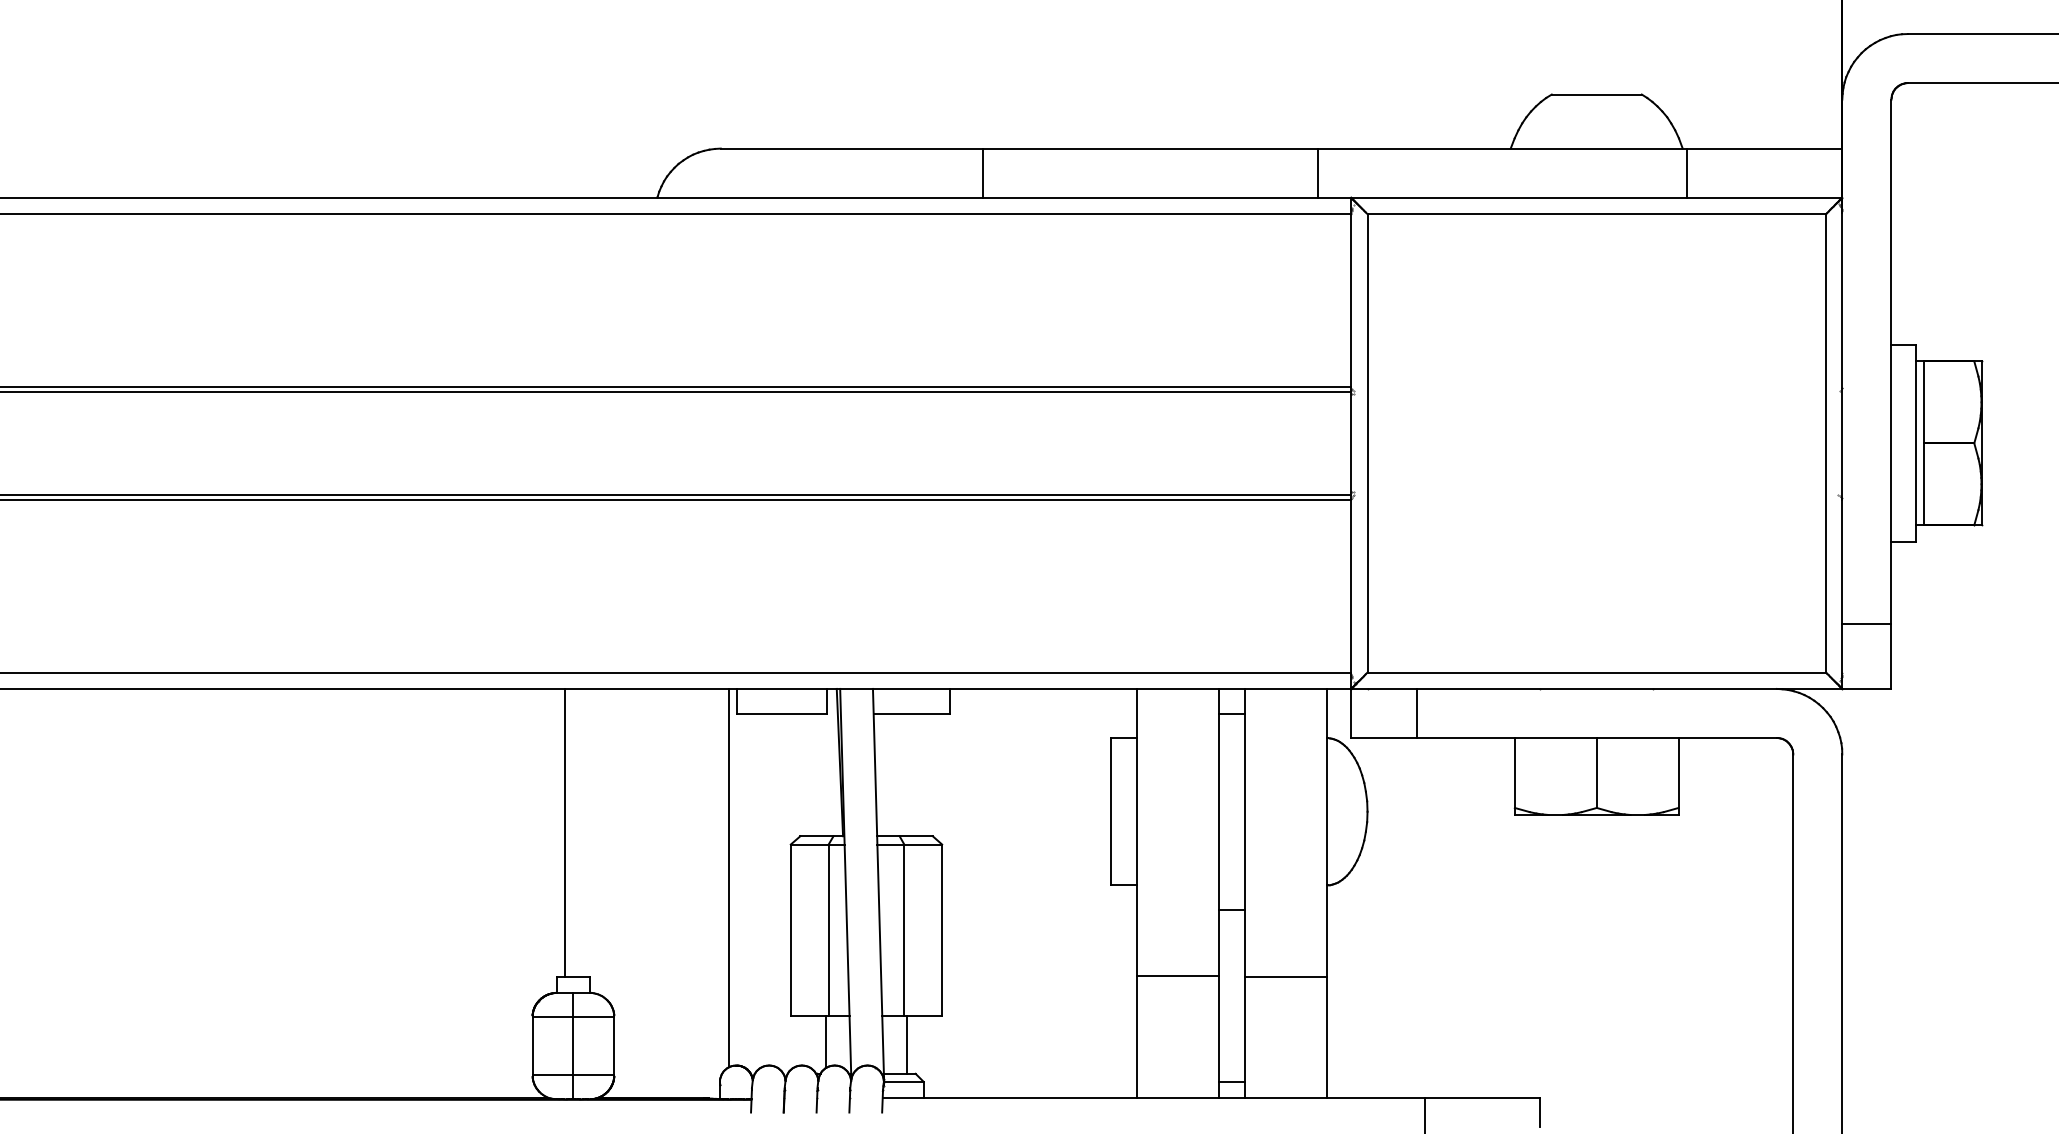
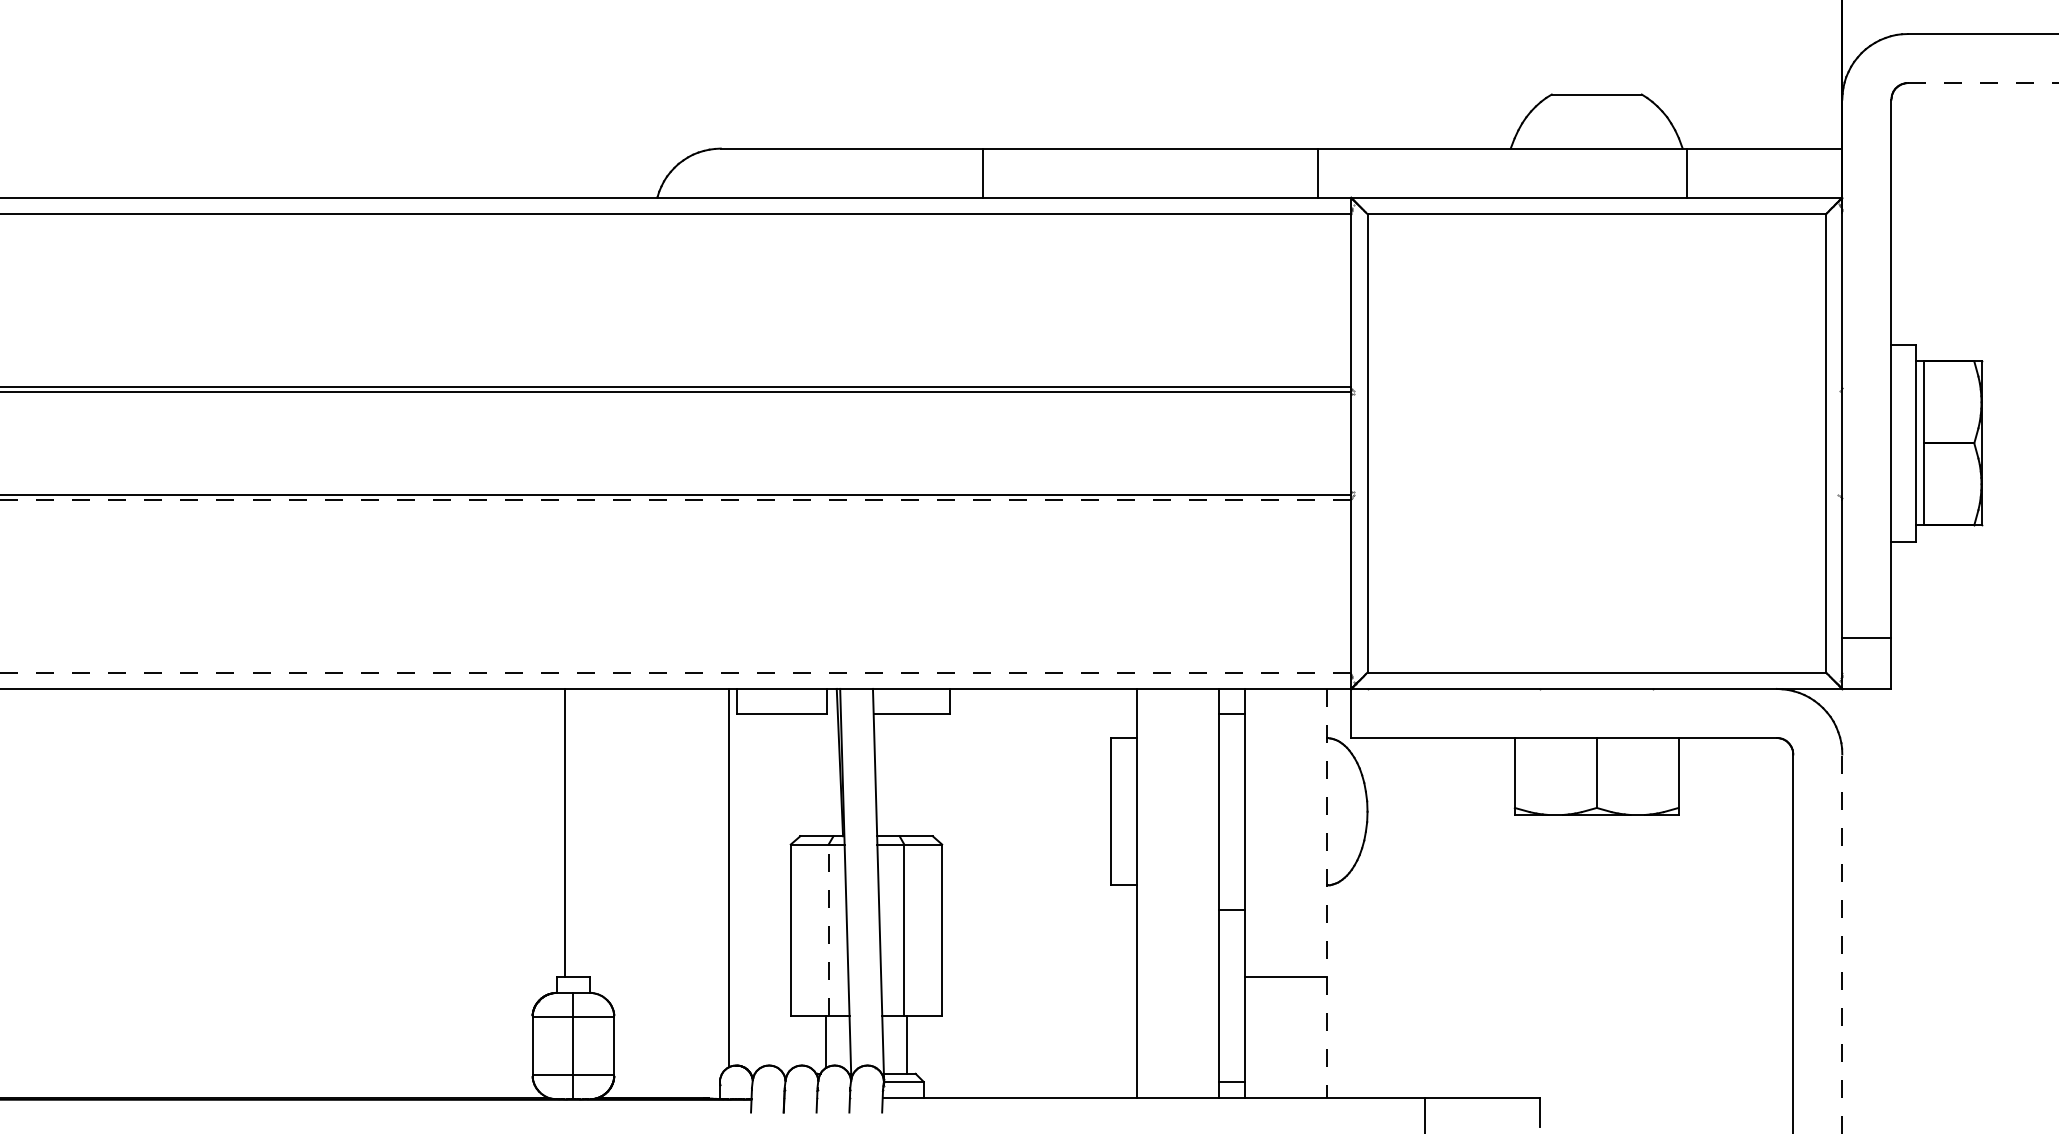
line at (1983, 83): solid -> dashed
line at (675, 499): solid -> dashed
line at (1866, 623) position: (1866, 623) -> (1866, 637)
line at (675, 672): solid -> dashed
line at (1416, 713): present -> none
line at (1326, 893): solid -> dashed
line at (828, 930): solid -> dashed
line at (1842, 943): solid -> dashed
line at (1177, 975): present -> none
